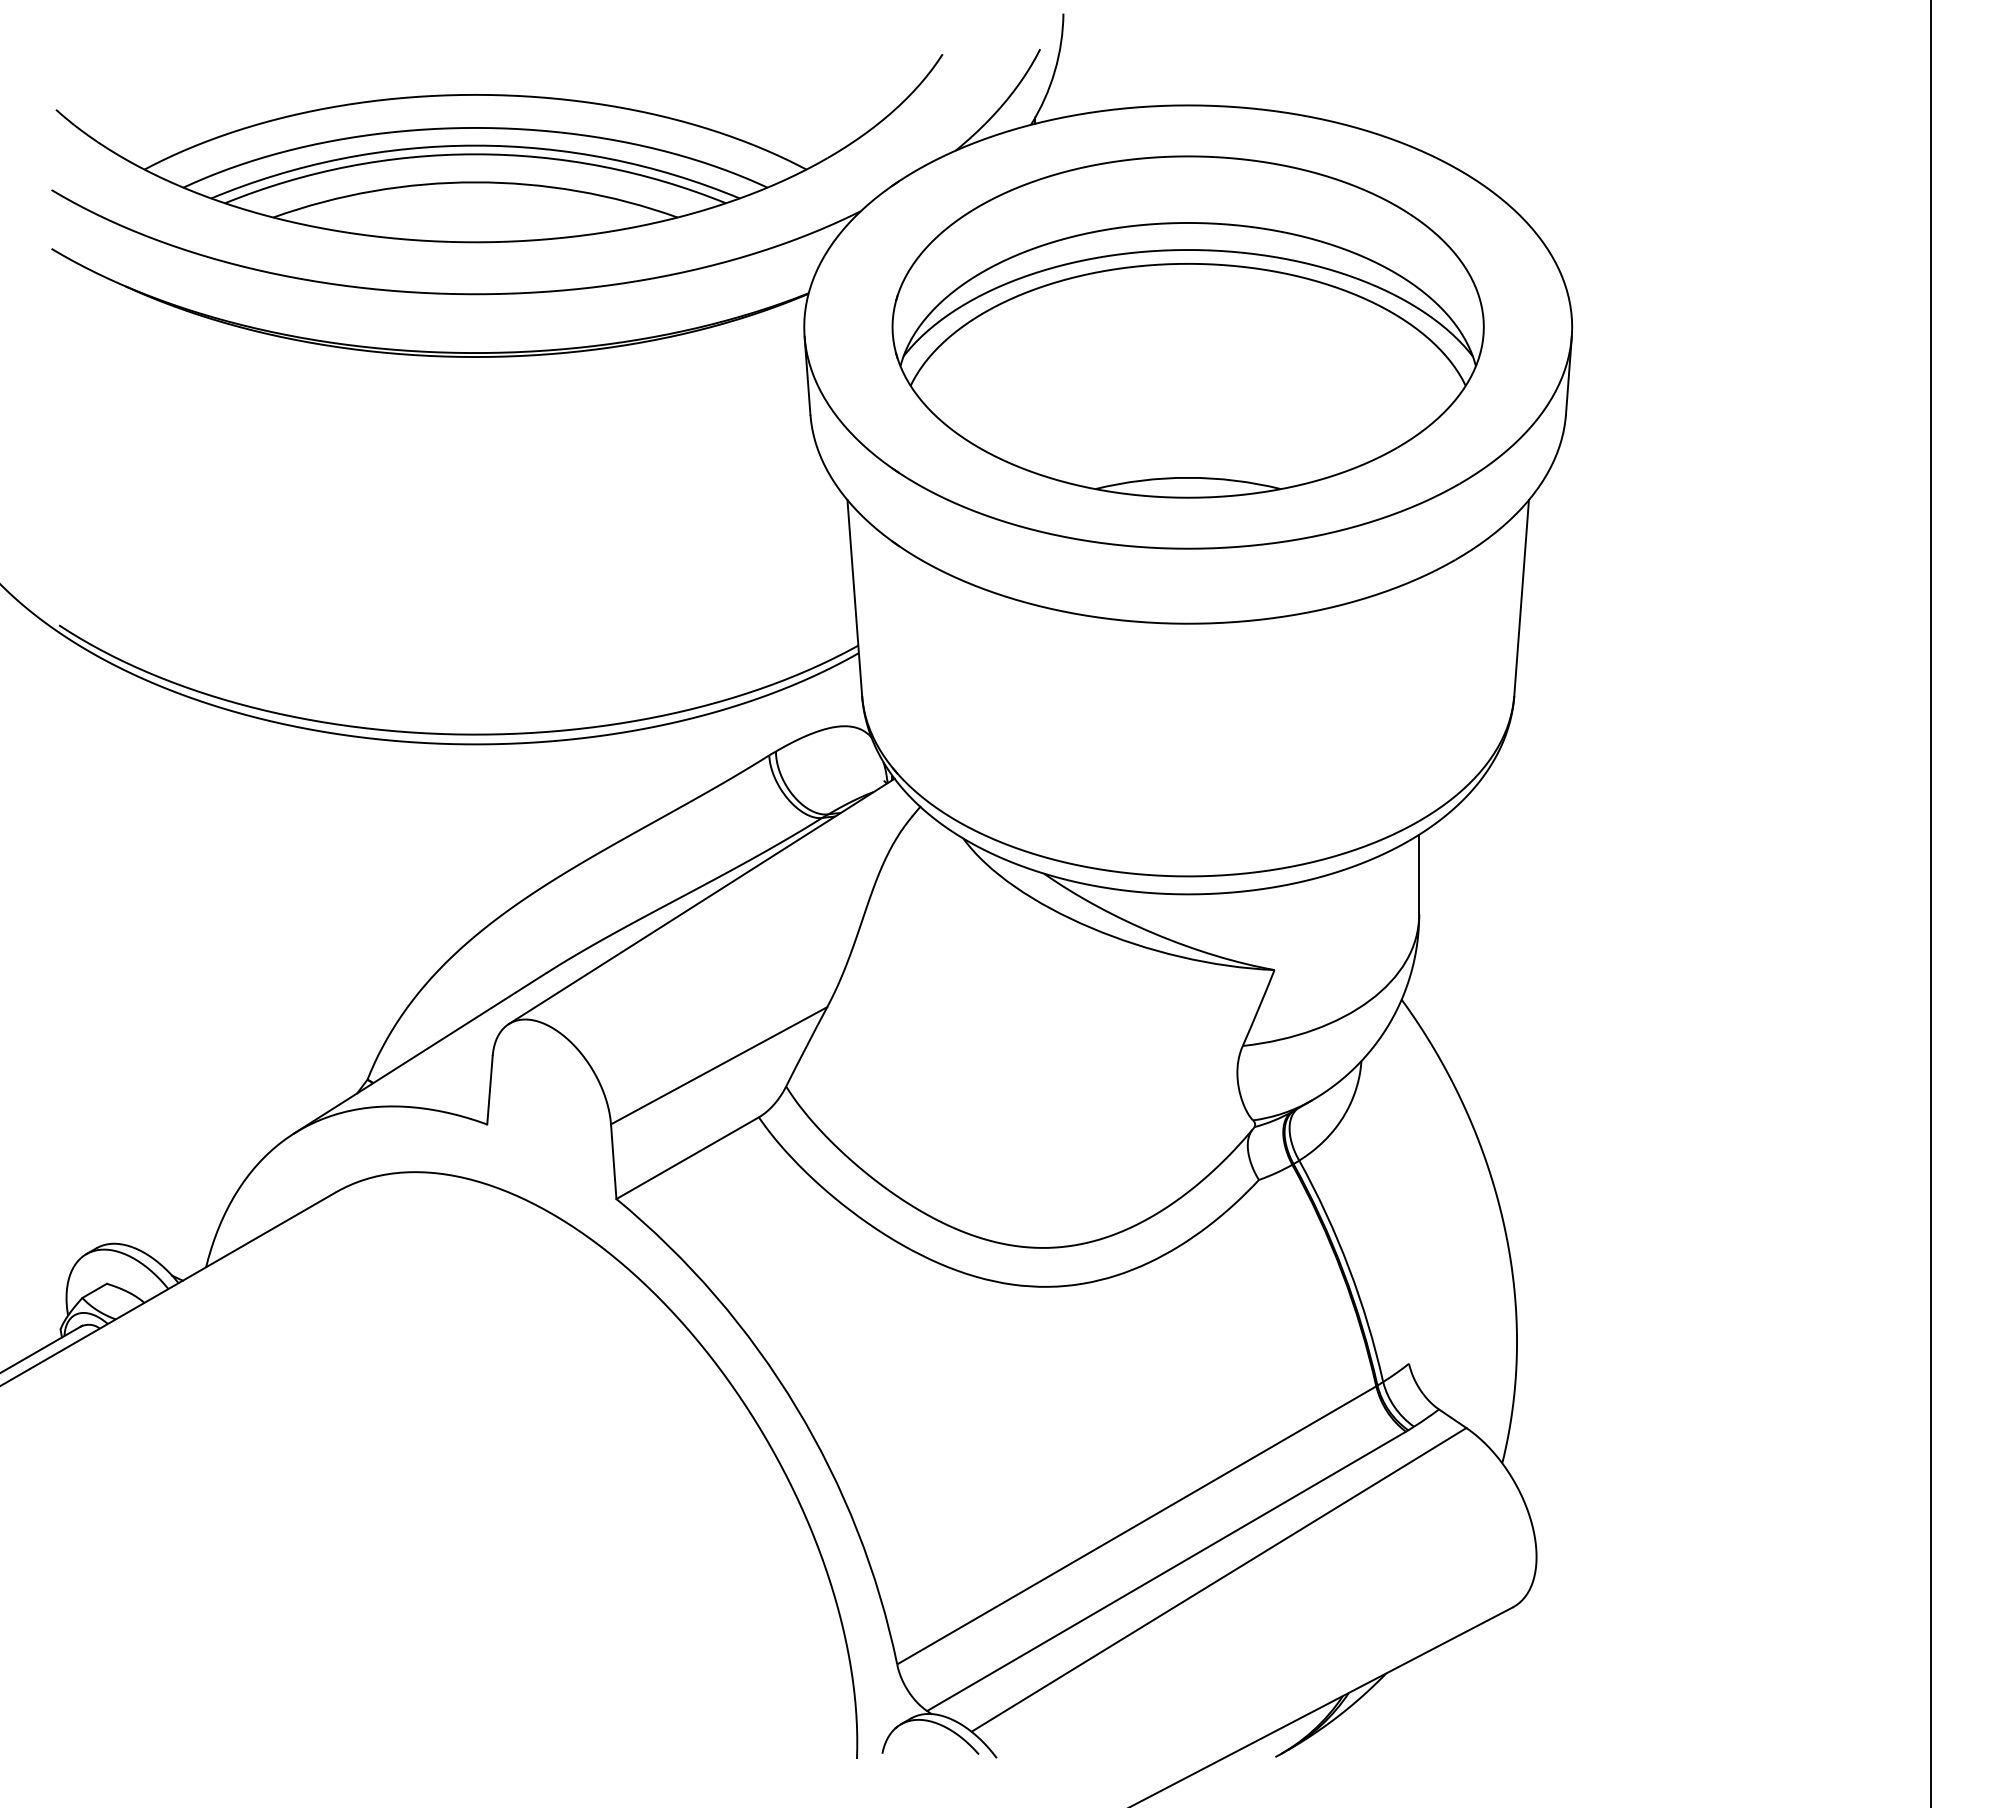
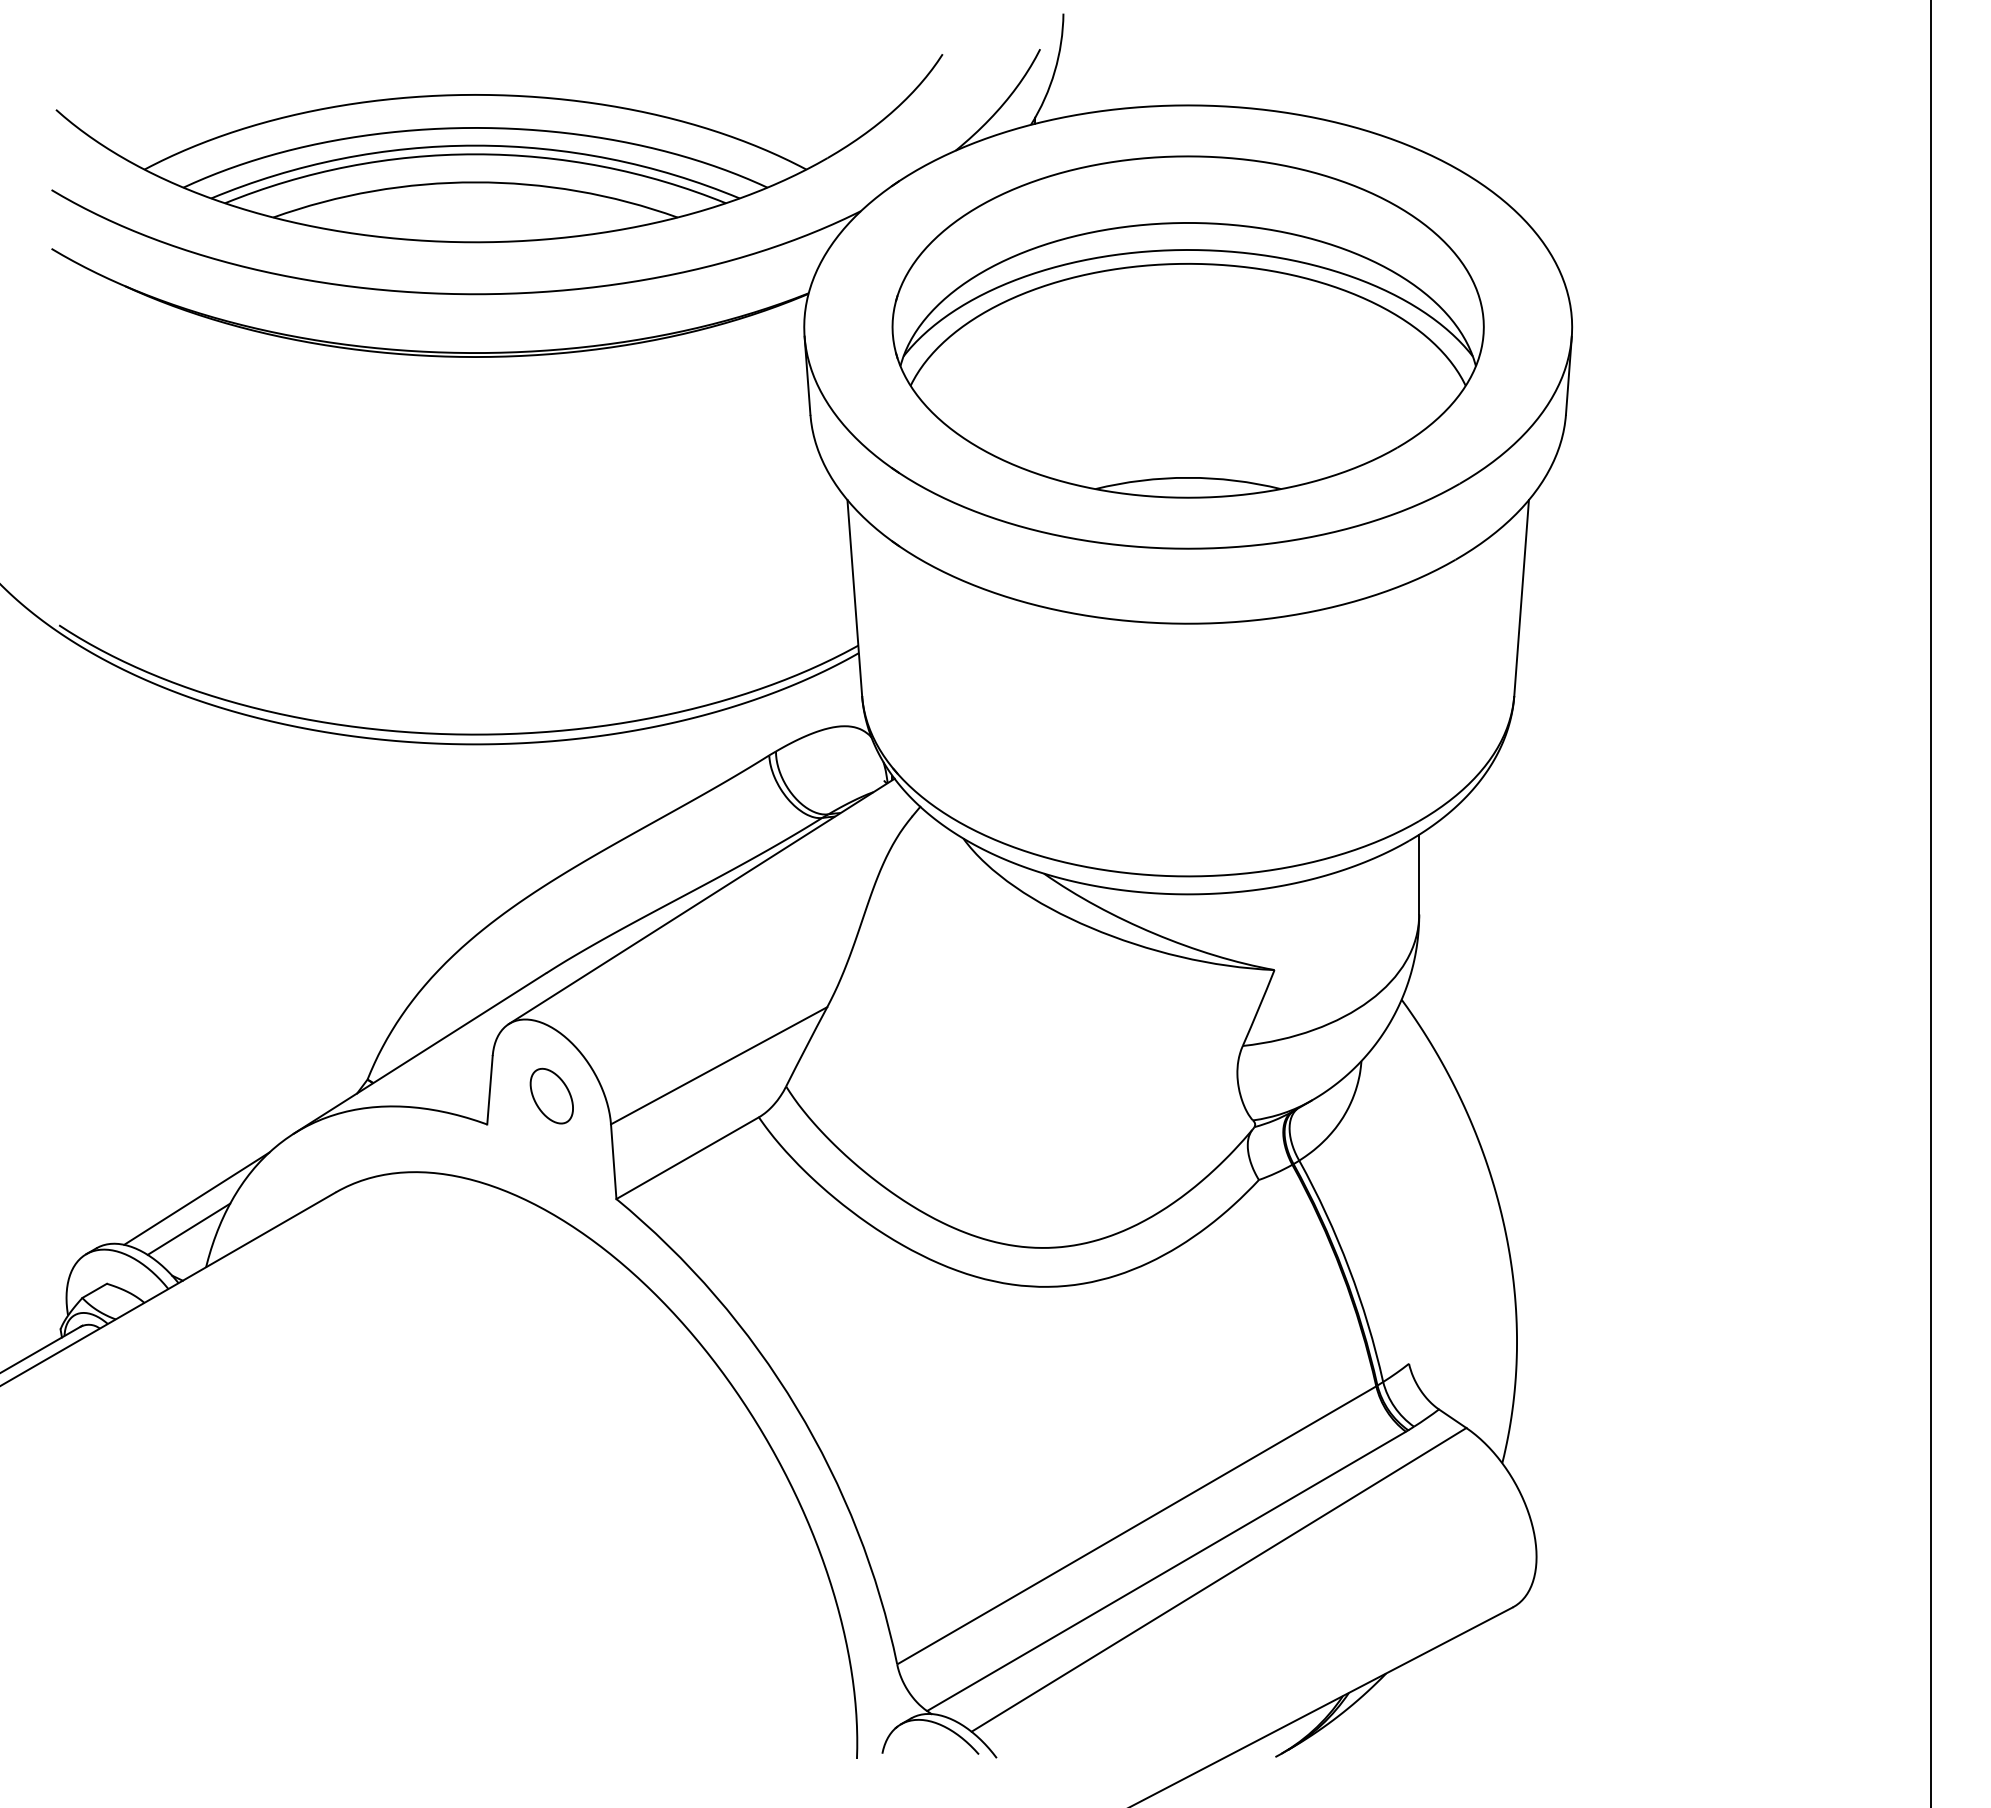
part at (551, 1095): none -> present
line at (196, 1198): none -> present
line at (188, 1228): none -> present
